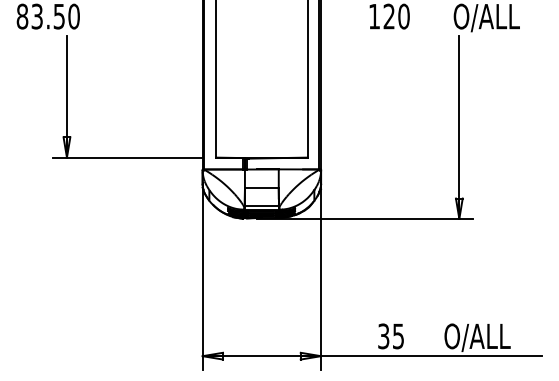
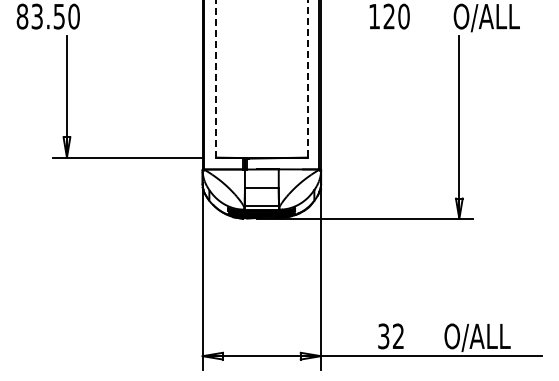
line at (216, 78): solid -> dashed
line at (307, 78): solid -> dashed
text at (398, 336): 35 -> 32
